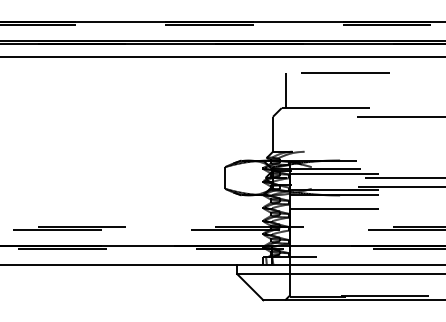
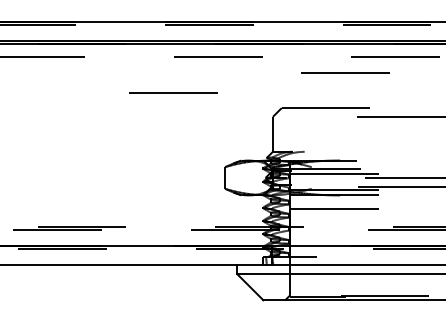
line at (223, 57): solid -> dashed
line at (285, 90): present -> none
line at (173, 92): none -> present
